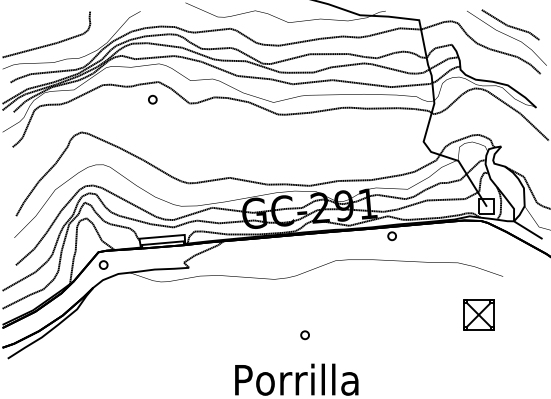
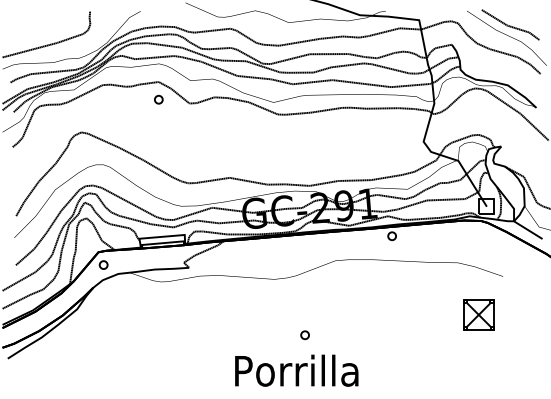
part at (152, 99) position: (152, 99) -> (158, 99)
text at (296, 379) position: (296, 379) -> (296, 370)
